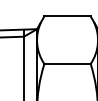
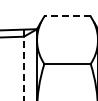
line at (67, 16): solid -> dashed
line at (23, 65): solid -> dashed
